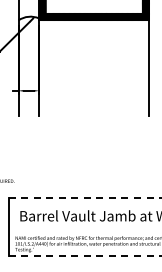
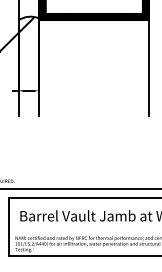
line at (80, 189): none -> present
line at (85, 197): dashed -> solid
line at (85, 256): dashed -> solid
